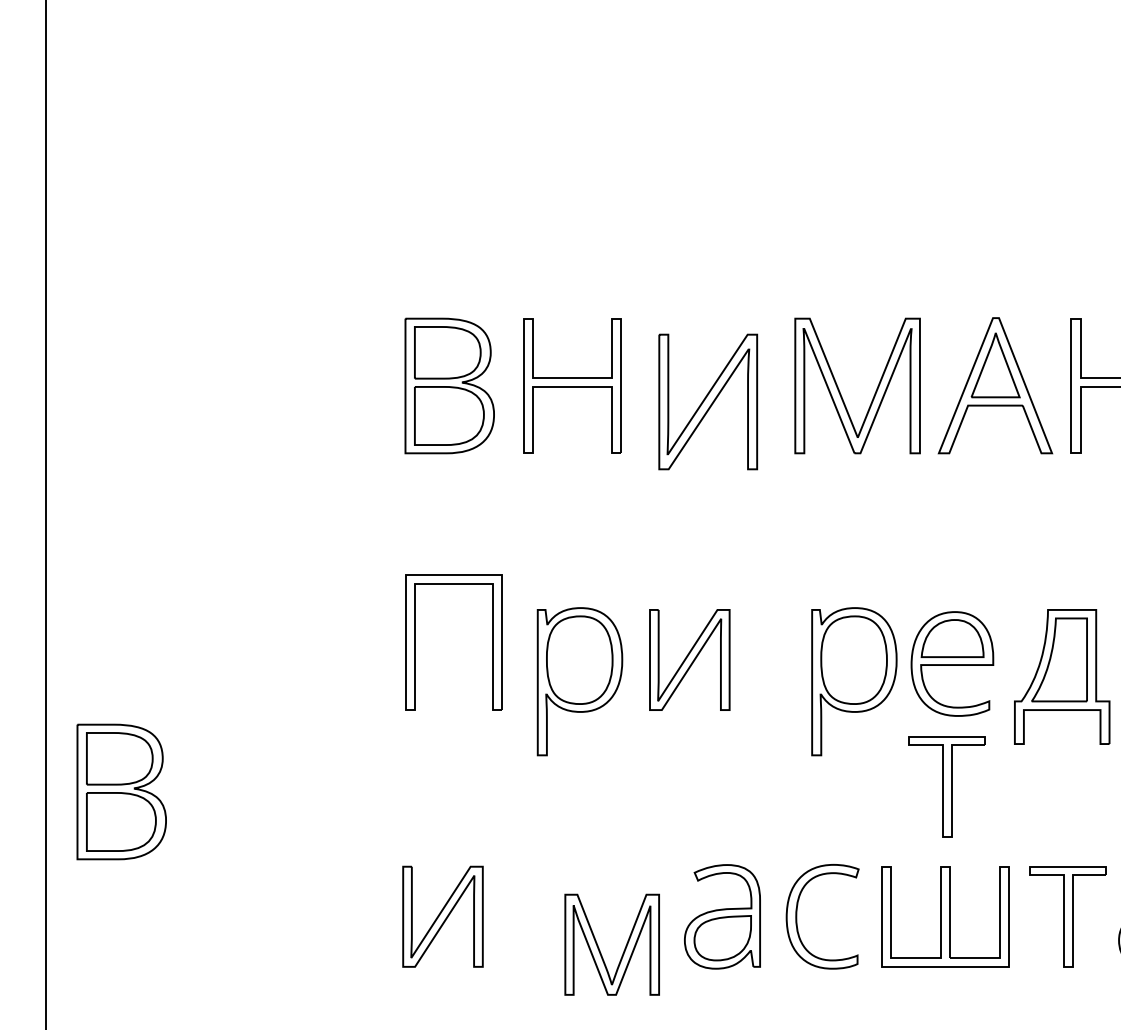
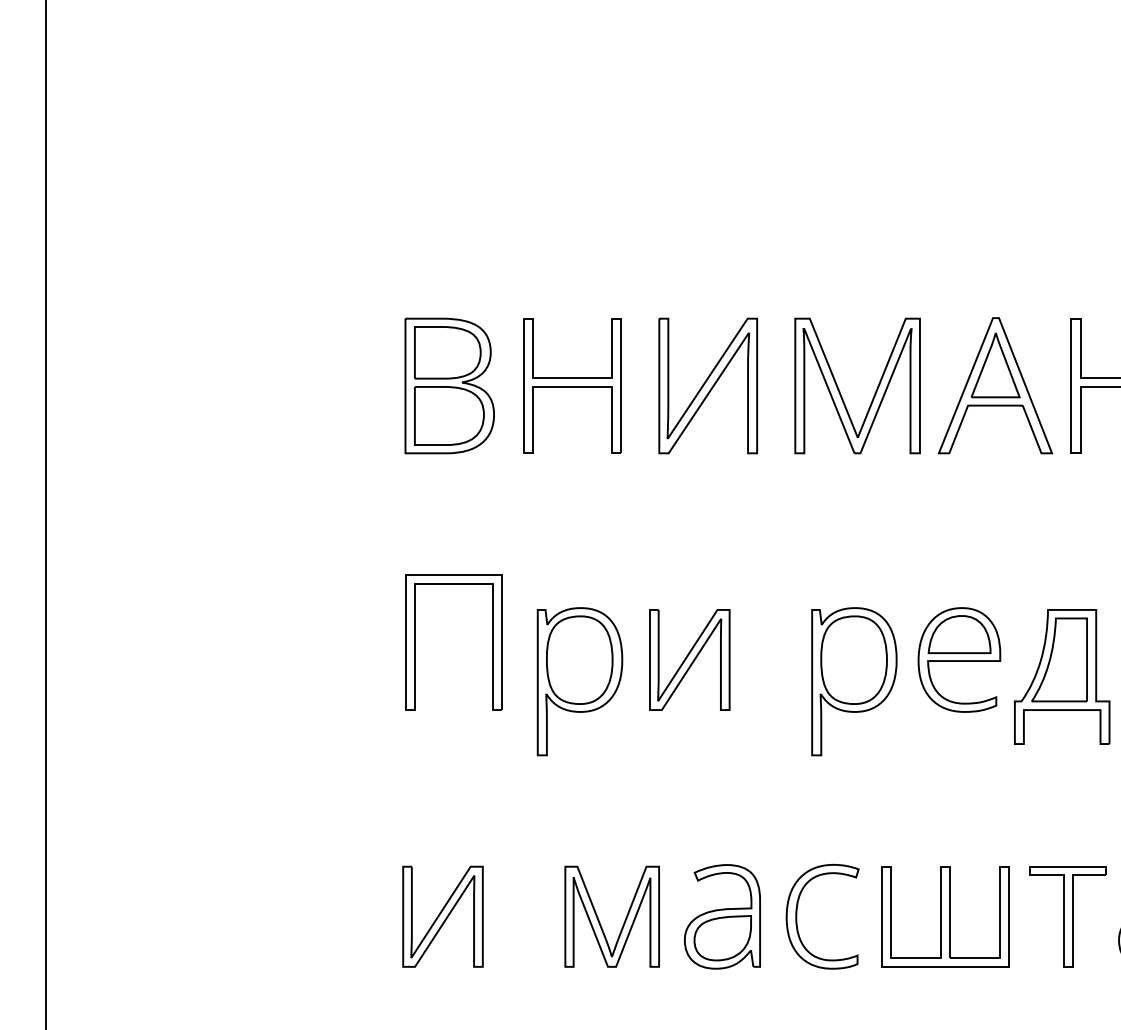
part at (708, 401) position: (708, 401) -> (708, 385)
part at (952, 663) position: (952, 663) -> (959, 659)
part at (946, 786): present -> none
part at (121, 791): present -> none
part at (599, 947) position: (599, 947) -> (599, 919)
